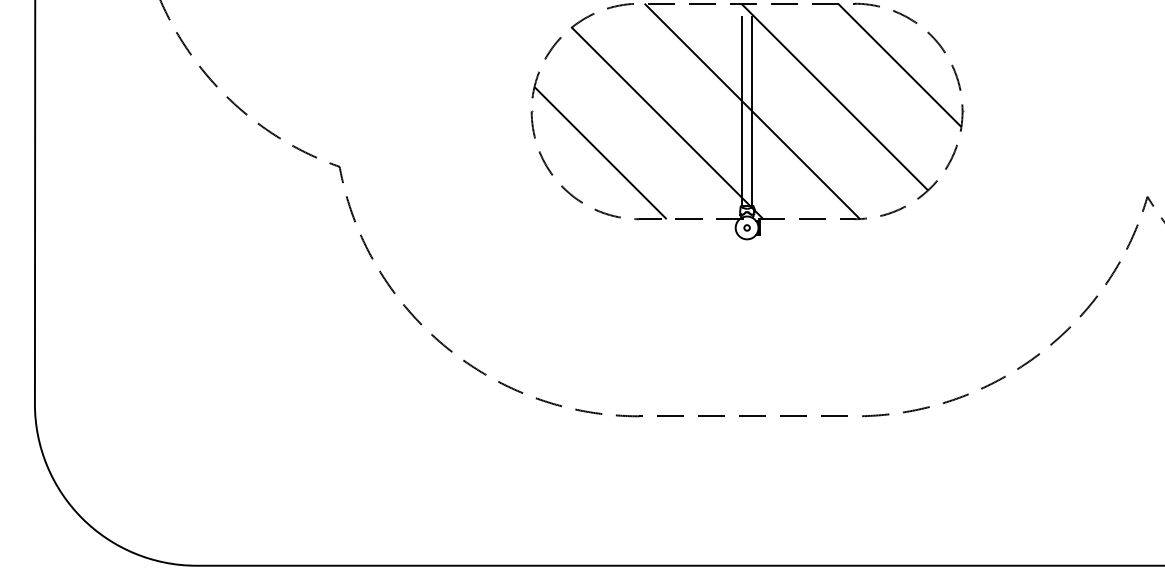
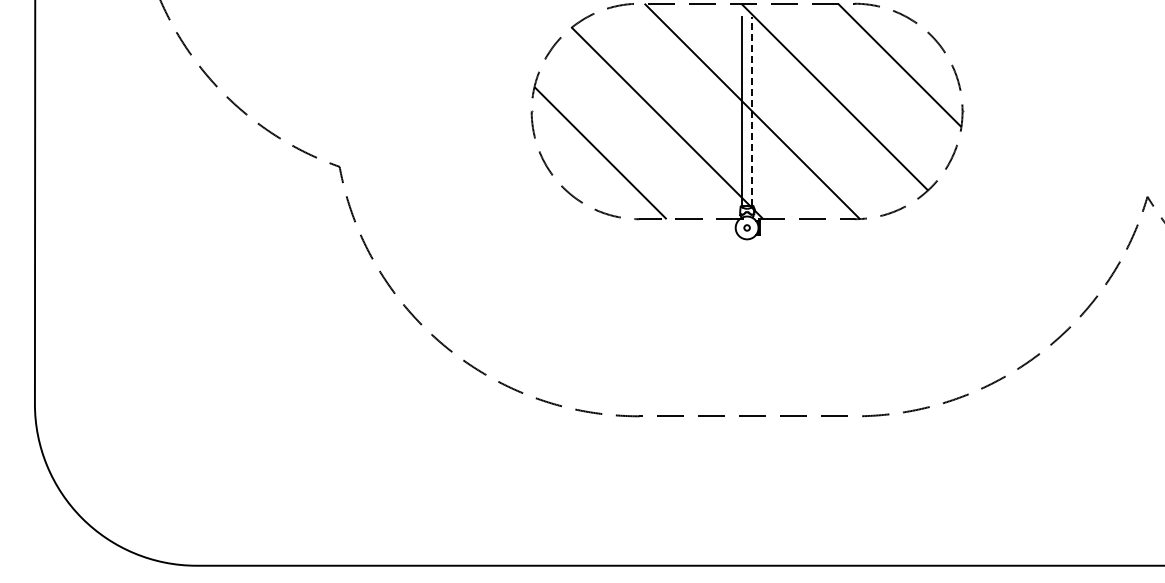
line at (752, 110): solid -> dashed
